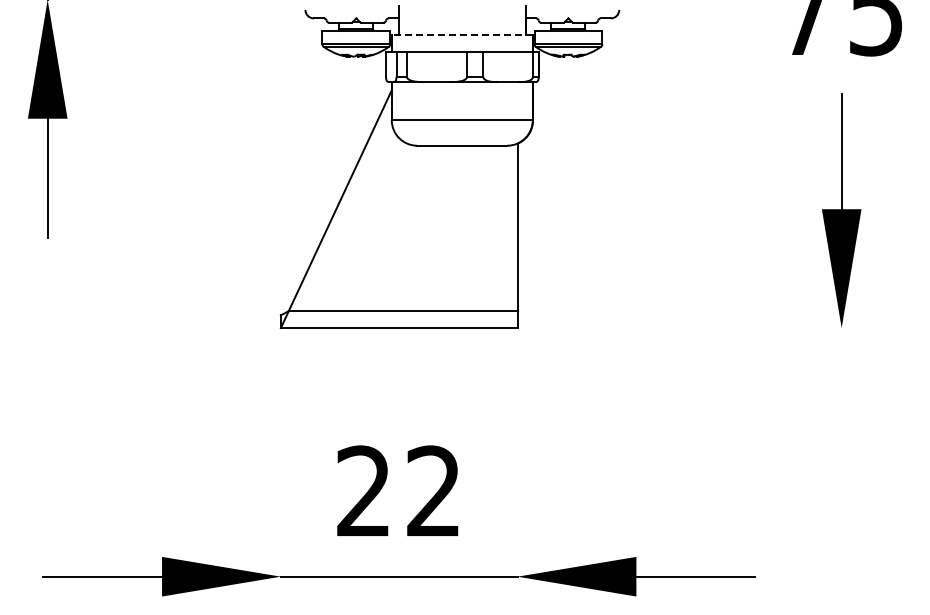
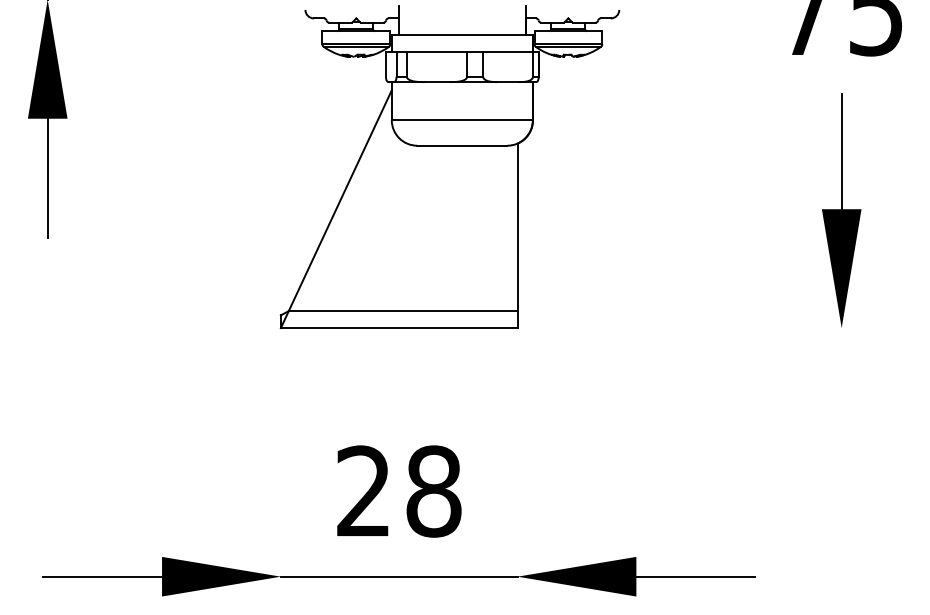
line at (462, 35): dashed -> solid
text at (433, 491): 22 -> 28
